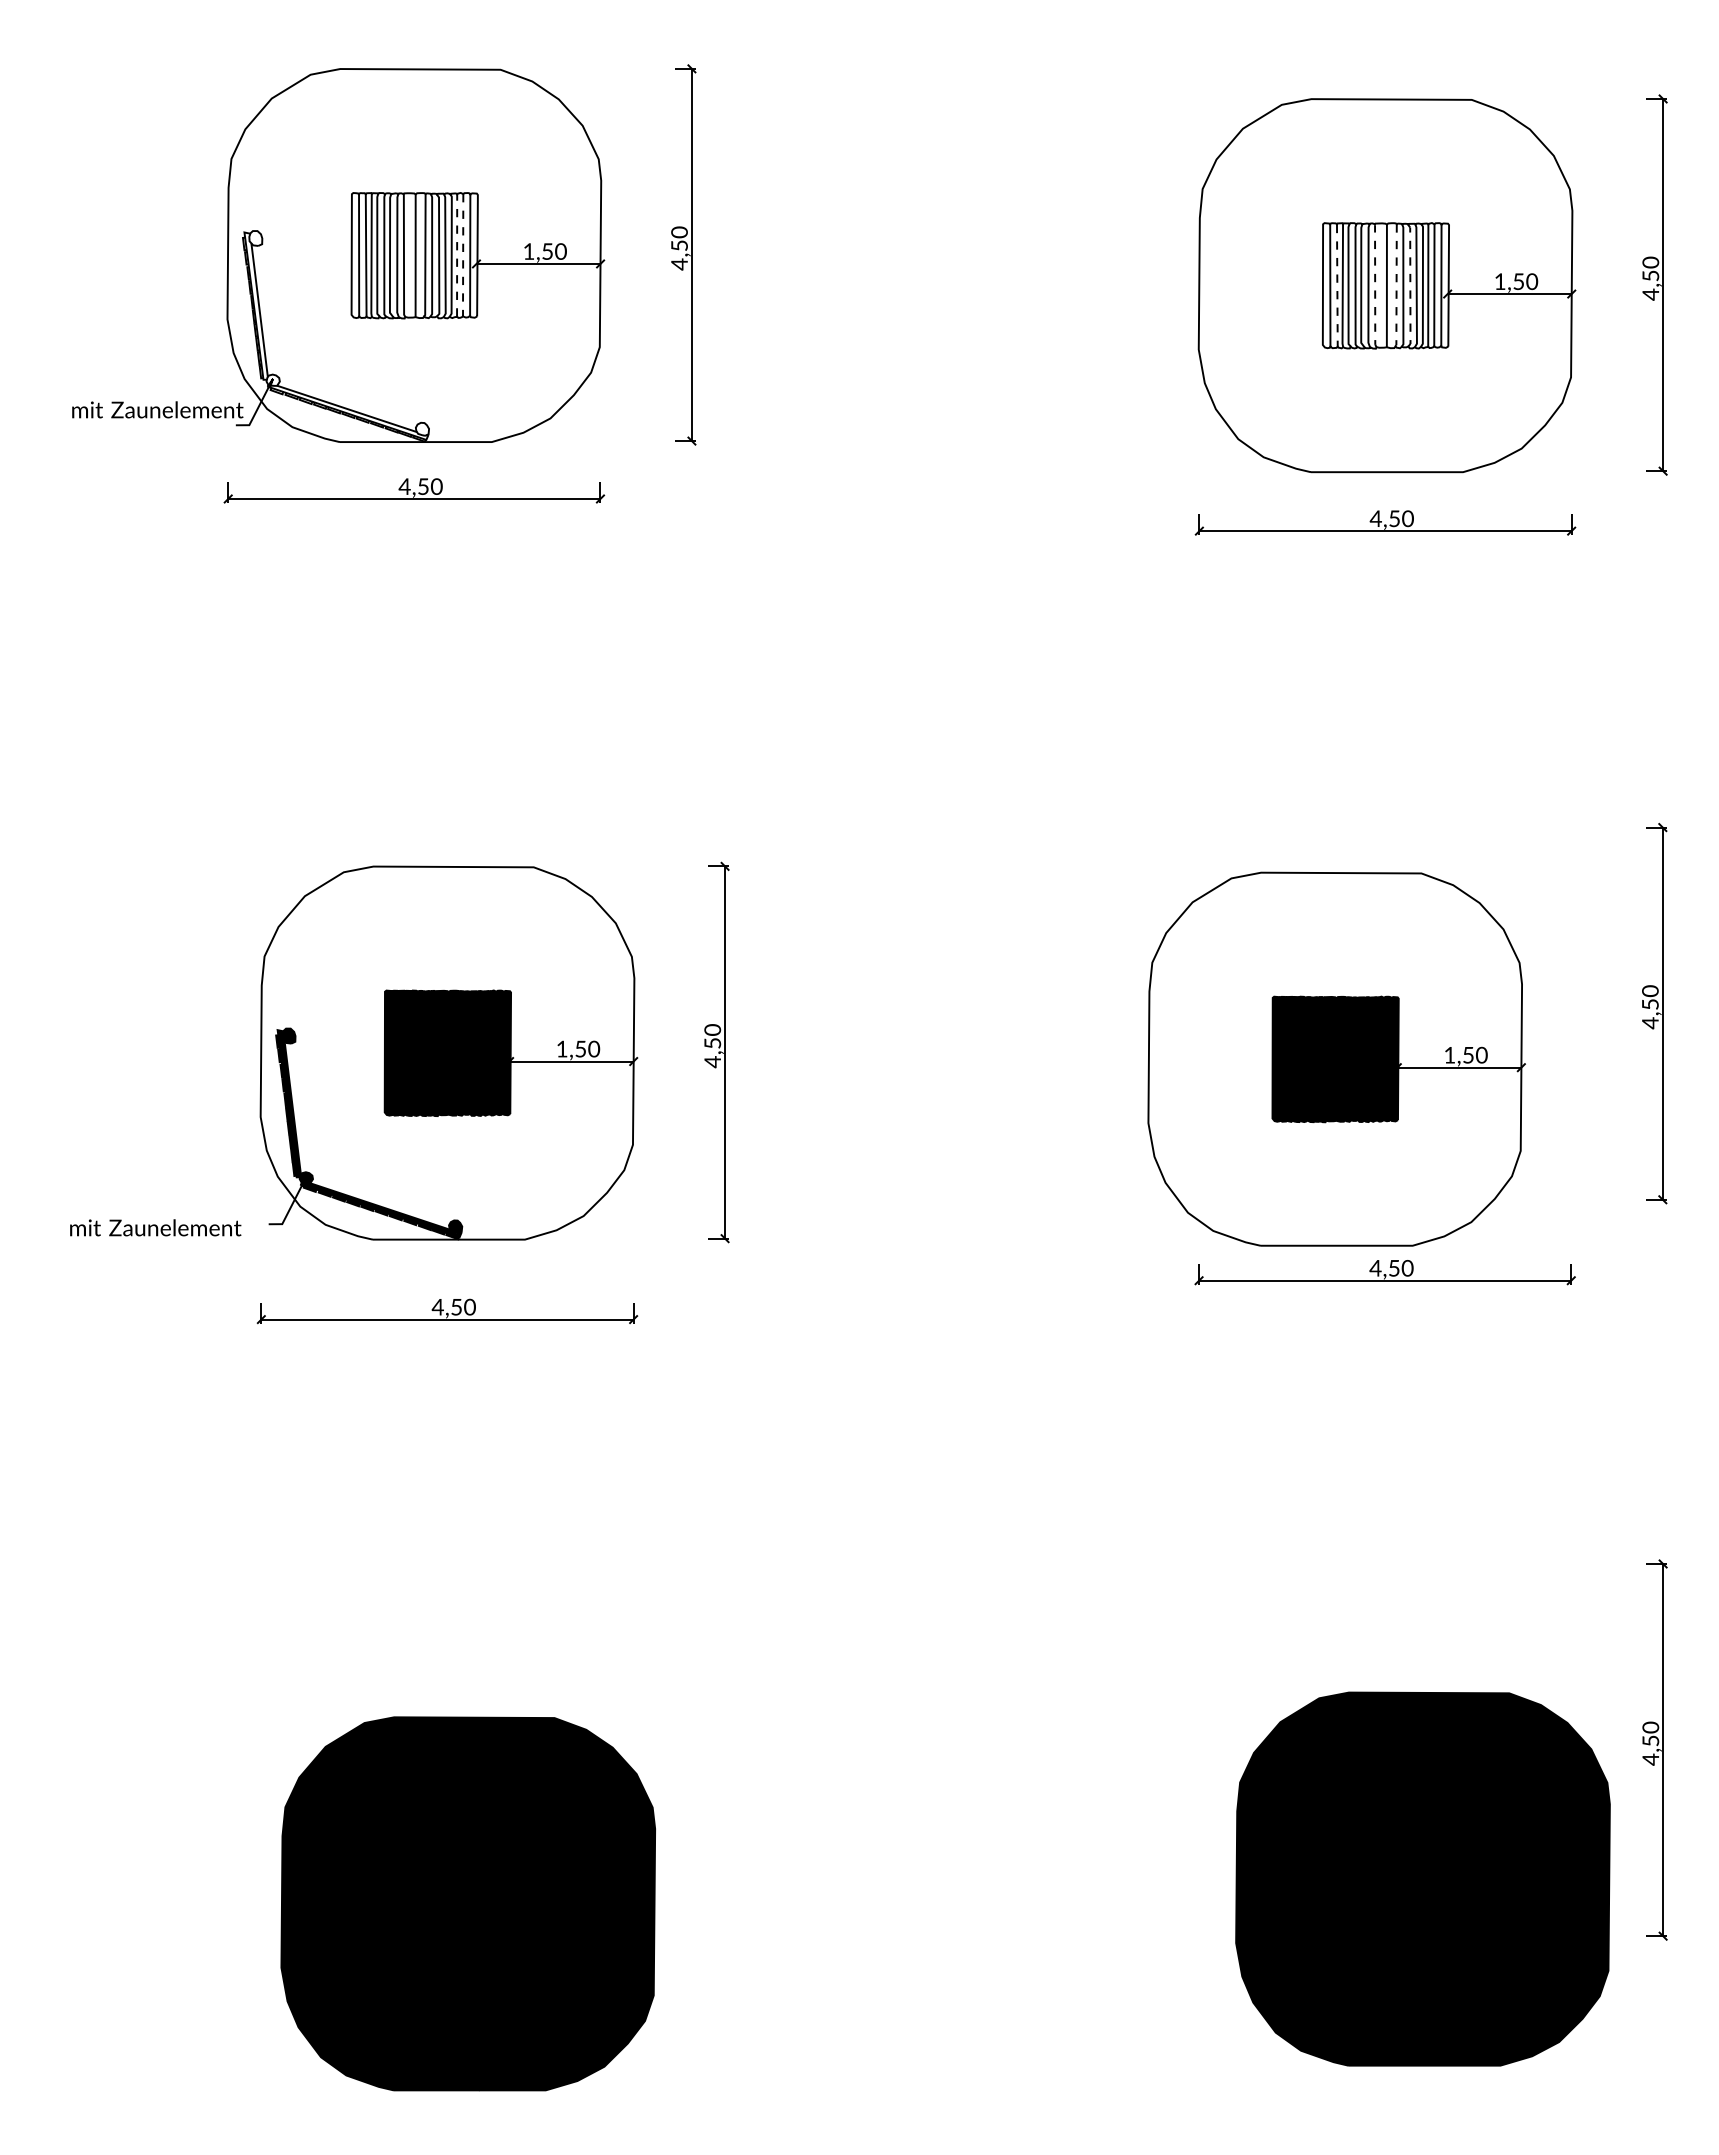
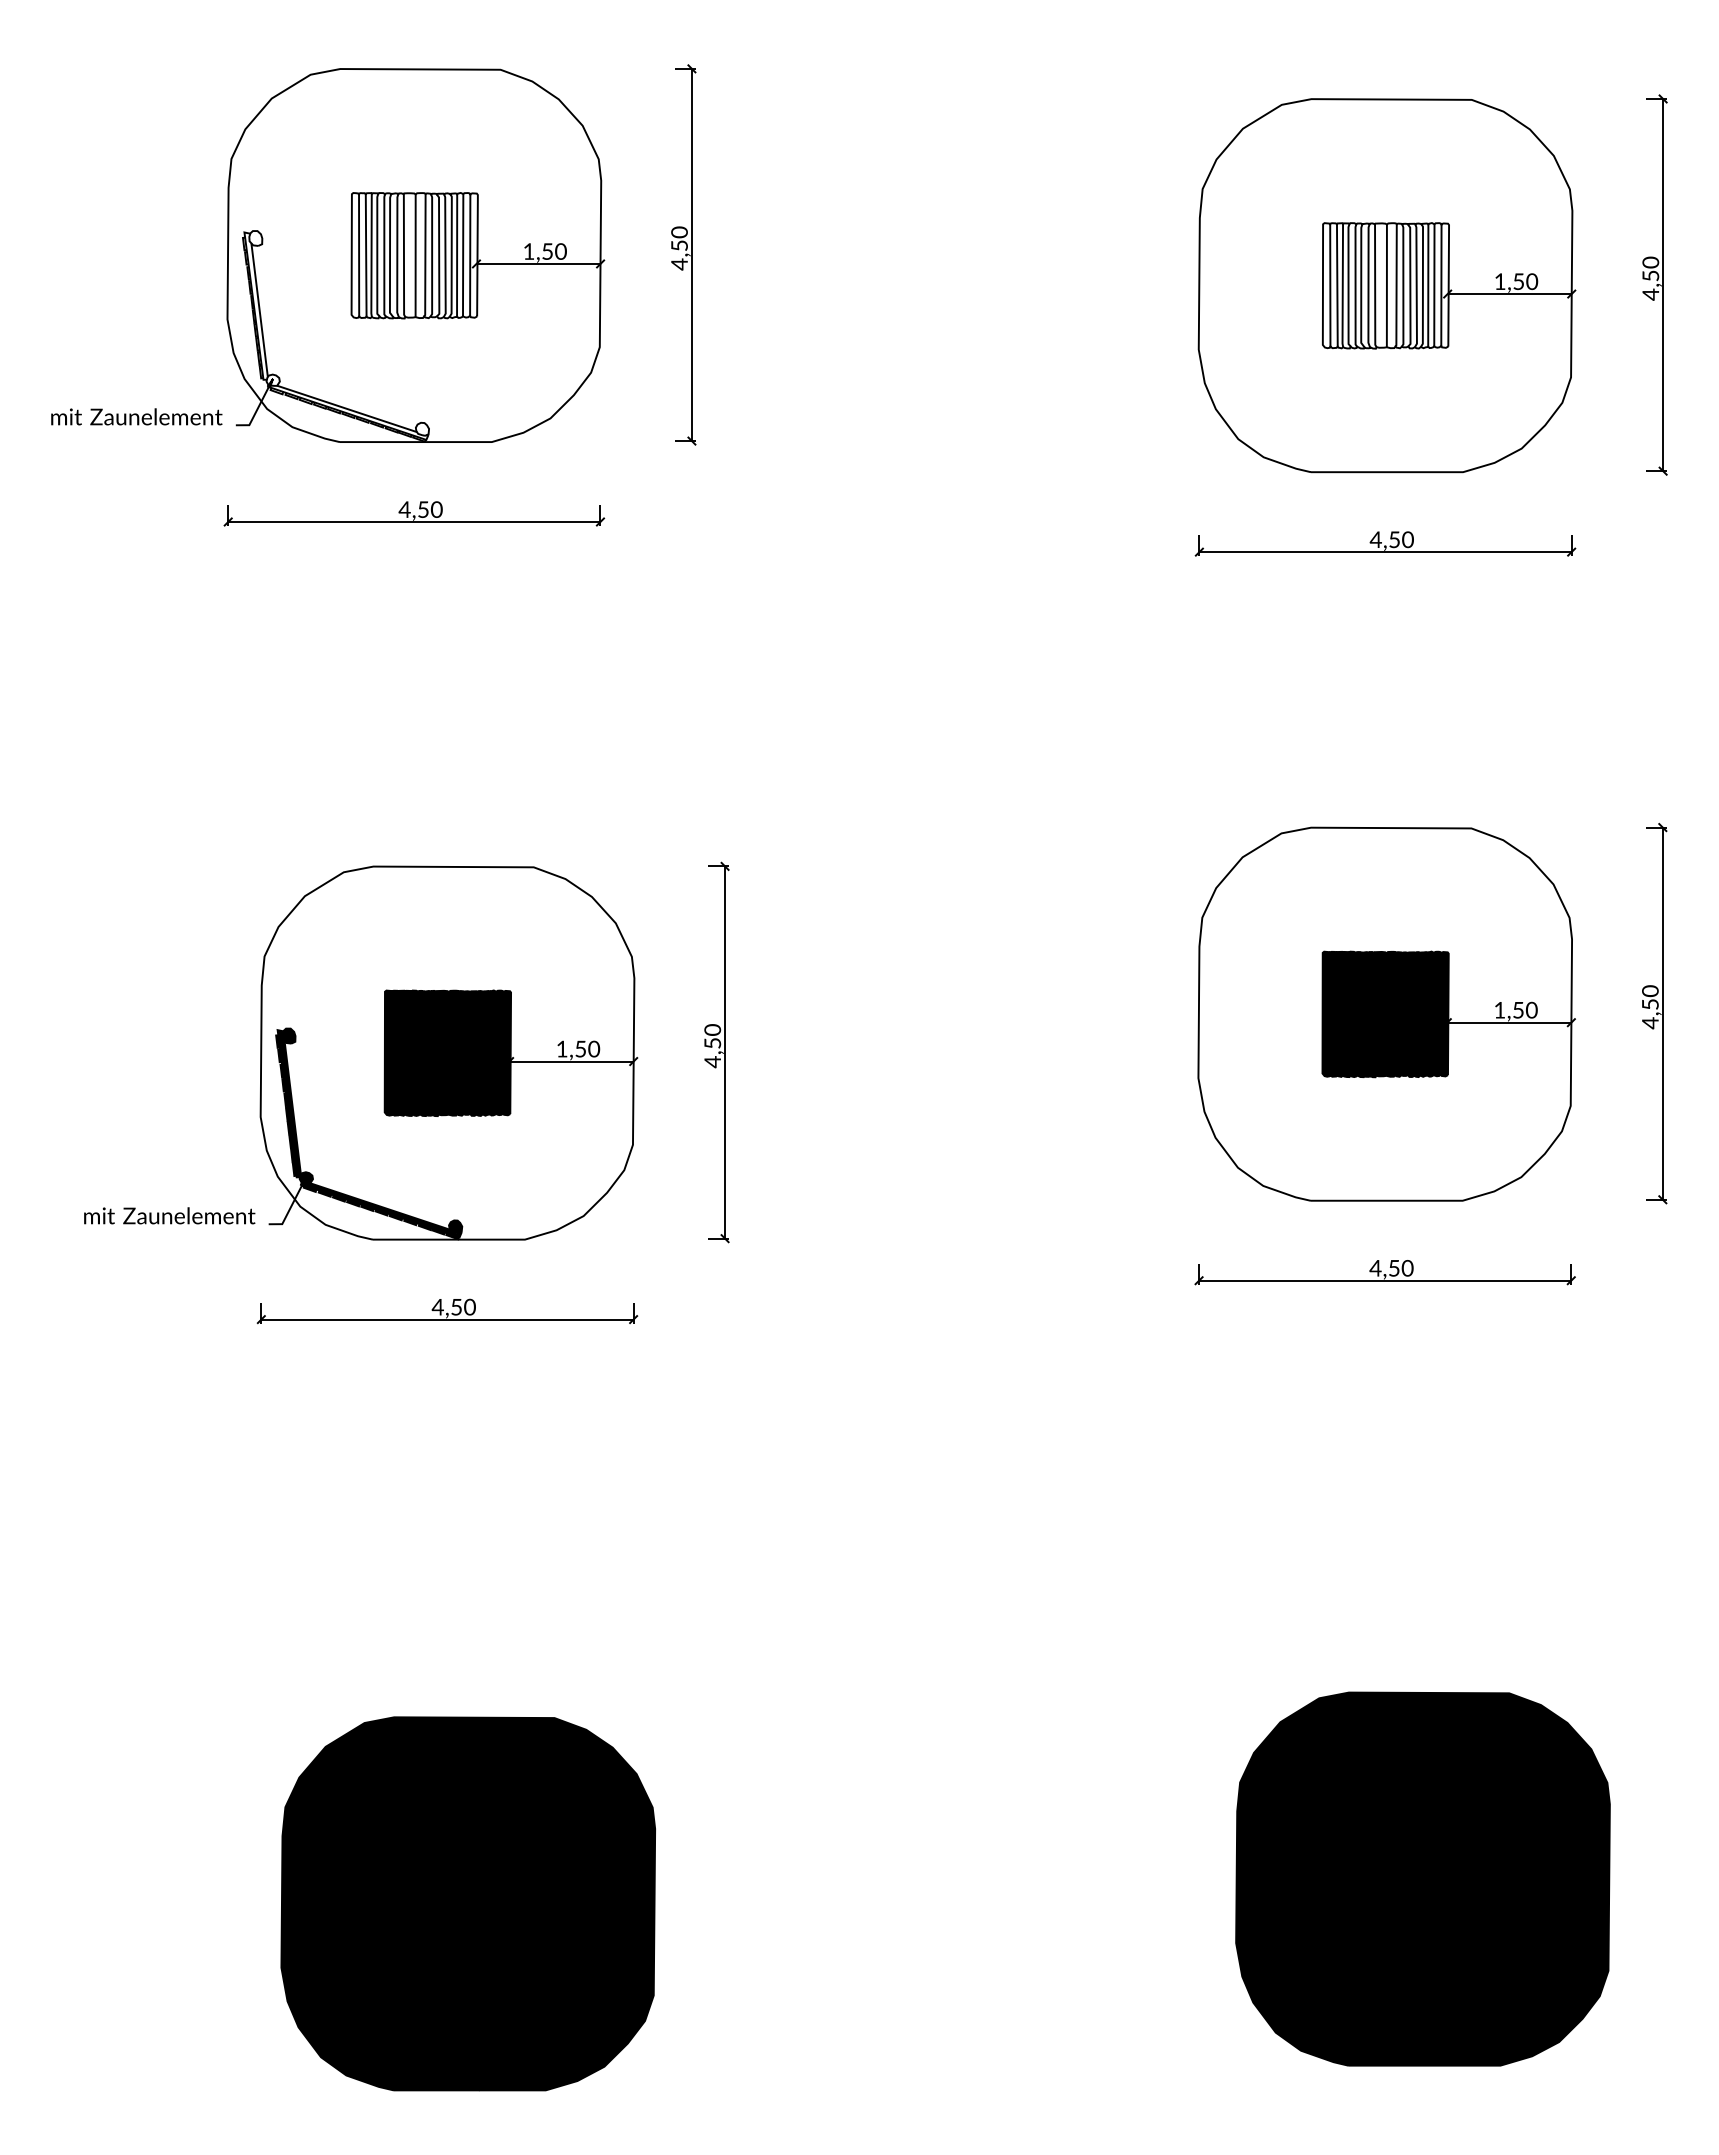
line at (457, 254): dashed -> solid
line at (463, 255): dashed -> solid
line at (1337, 285): dashed -> solid
line at (1375, 286): dashed -> solid
line at (1396, 286): dashed -> solid
line at (1410, 286): dashed -> solid
text at (157, 409) position: (157, 409) -> (136, 416)
part at (414, 490) position: (414, 490) -> (414, 513)
part at (1385, 522) position: (1385, 522) -> (1385, 543)
part at (1336, 1058) position: (1336, 1058) -> (1386, 1013)
text at (155, 1227) position: (155, 1227) -> (169, 1215)
part at (1654, 1749): present -> none
